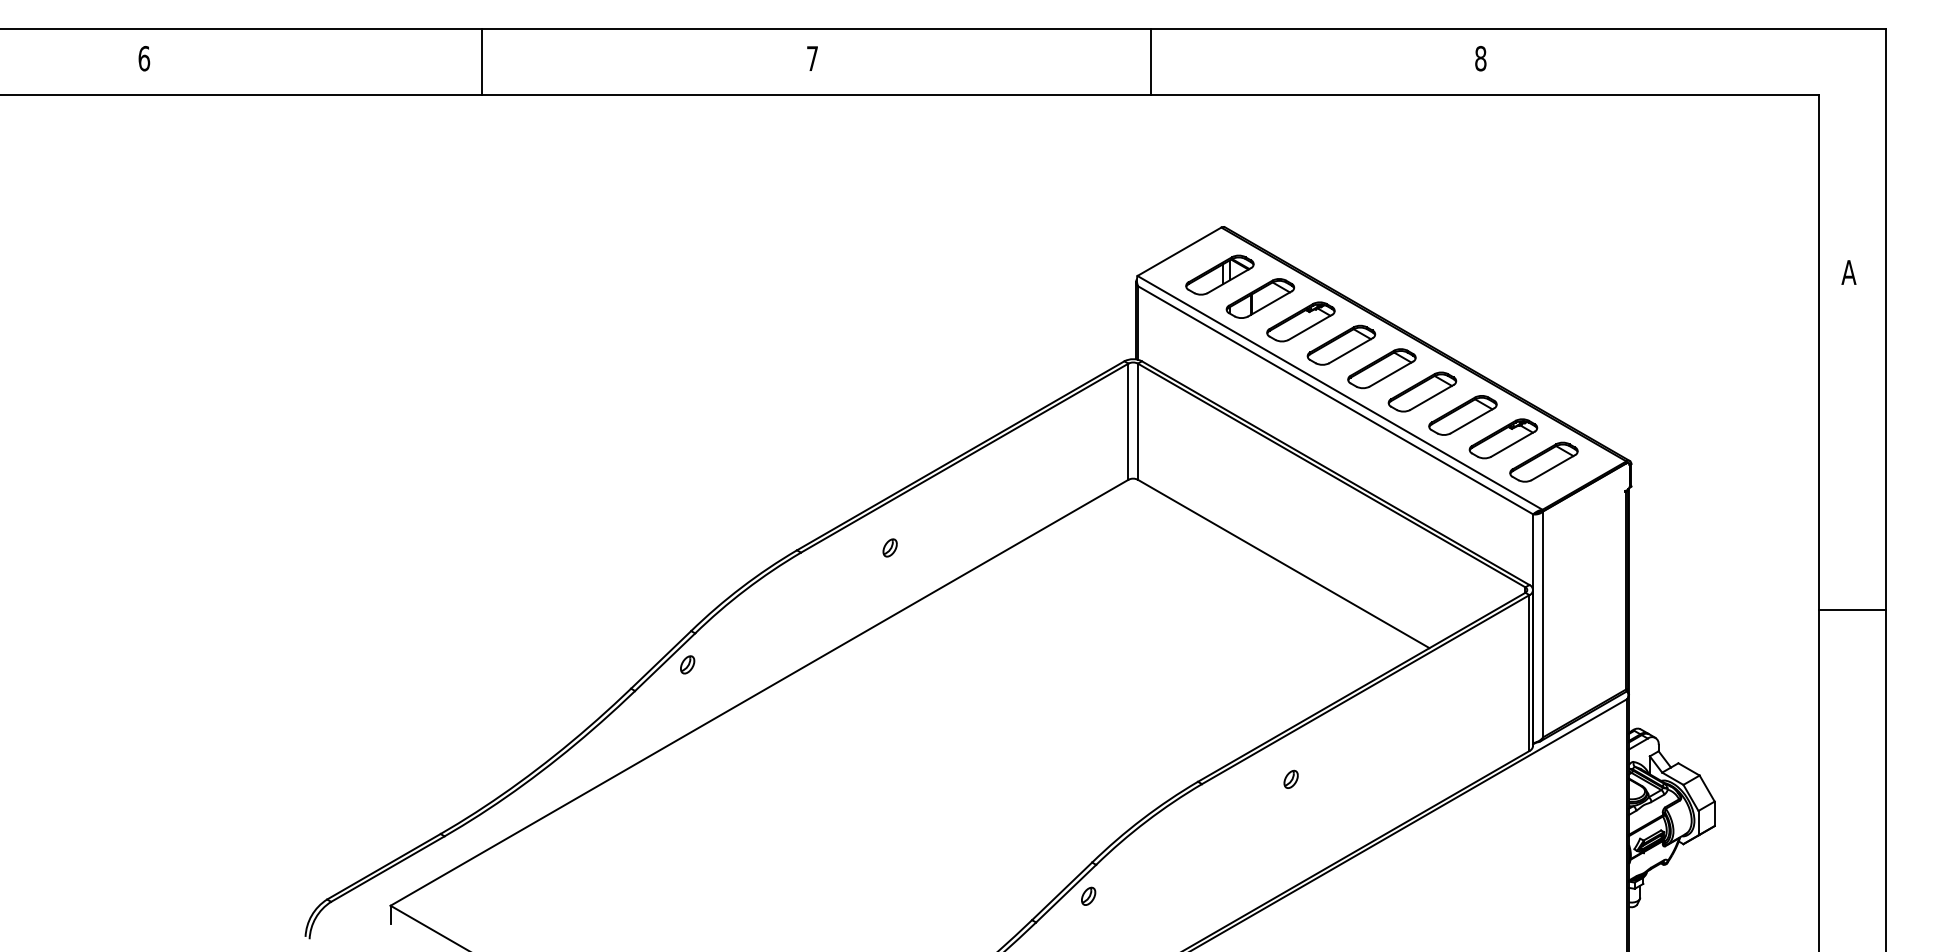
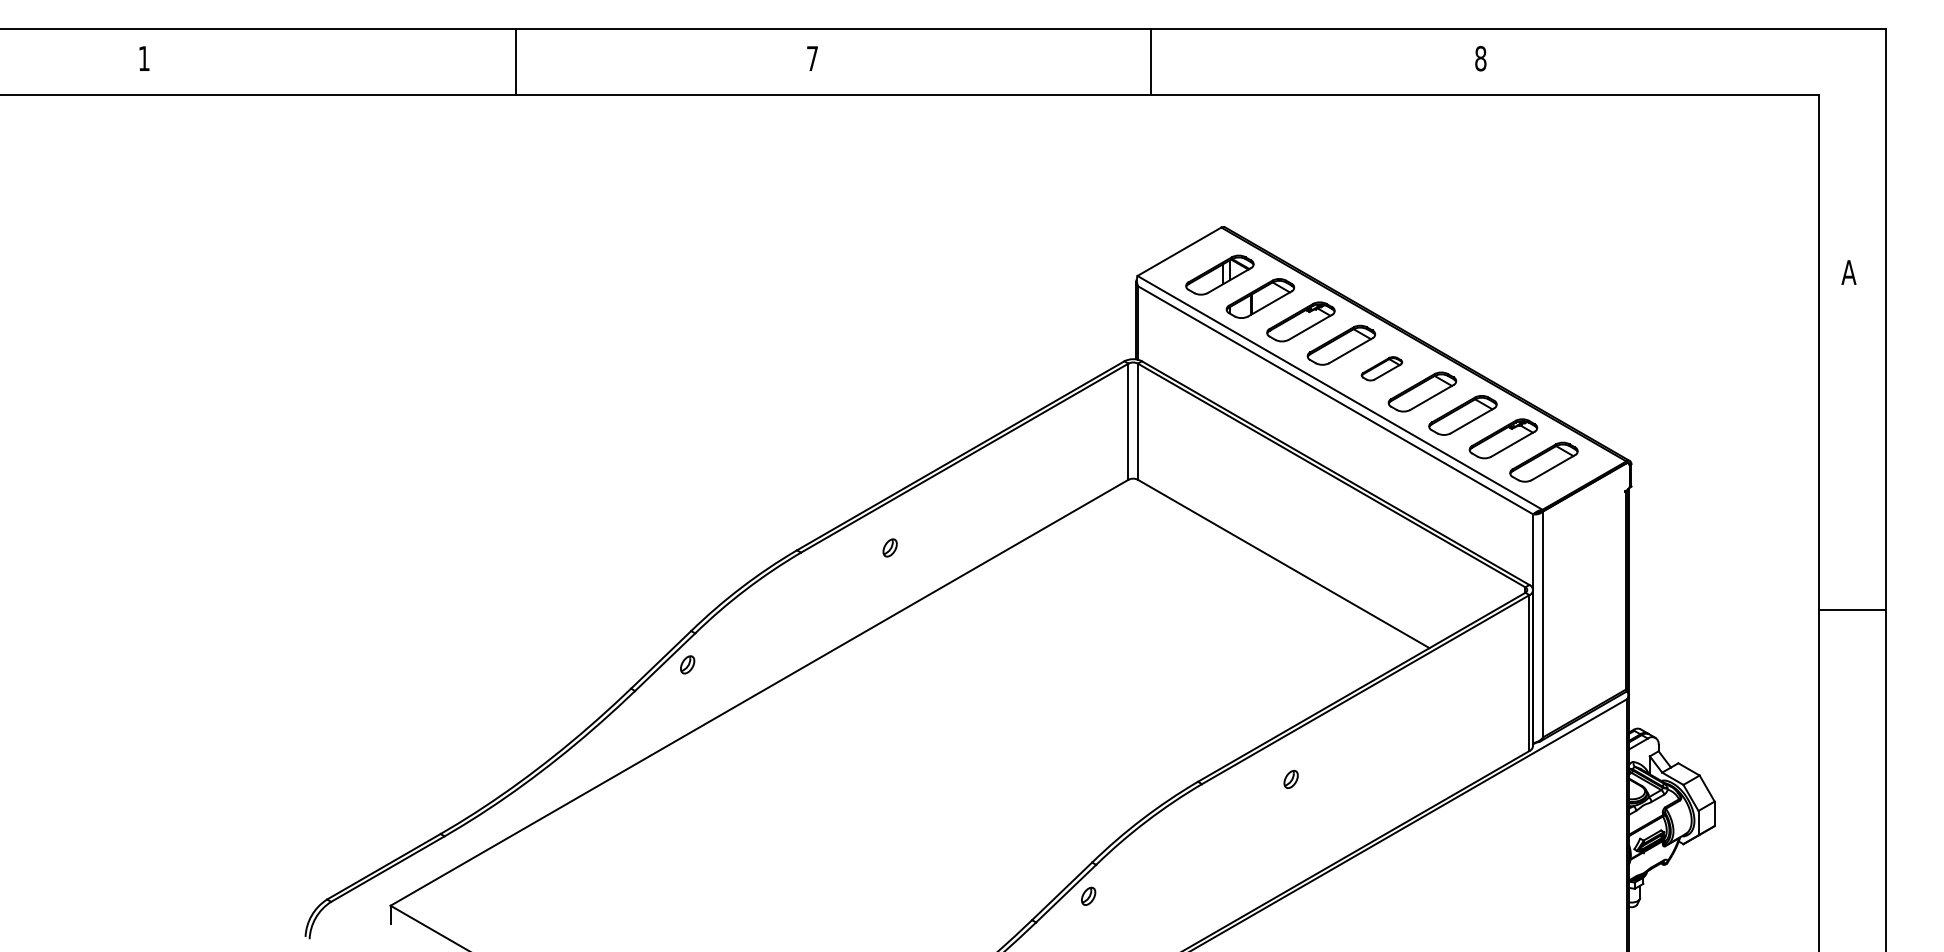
text at (144, 58): 6 -> 1
line at (482, 61) position: (482, 61) -> (516, 61)
part at (1381, 368) size: 70x42 px -> 44x26 px
